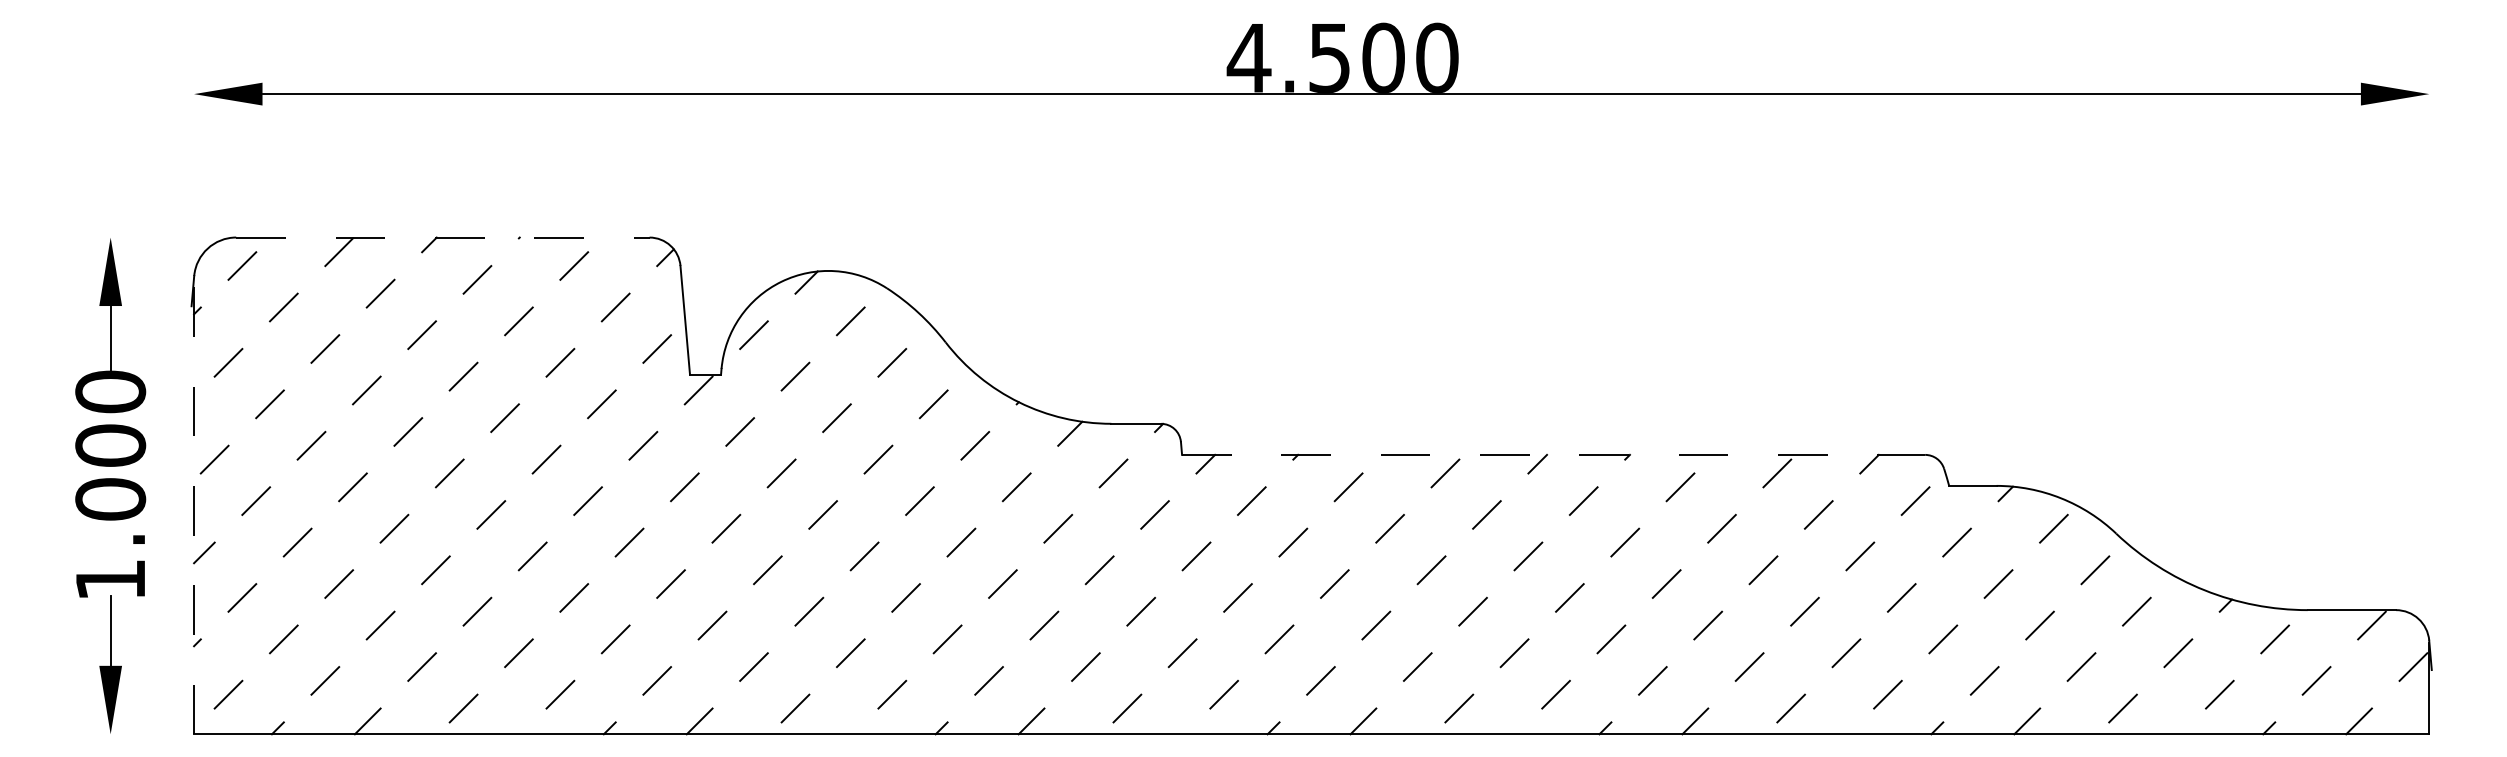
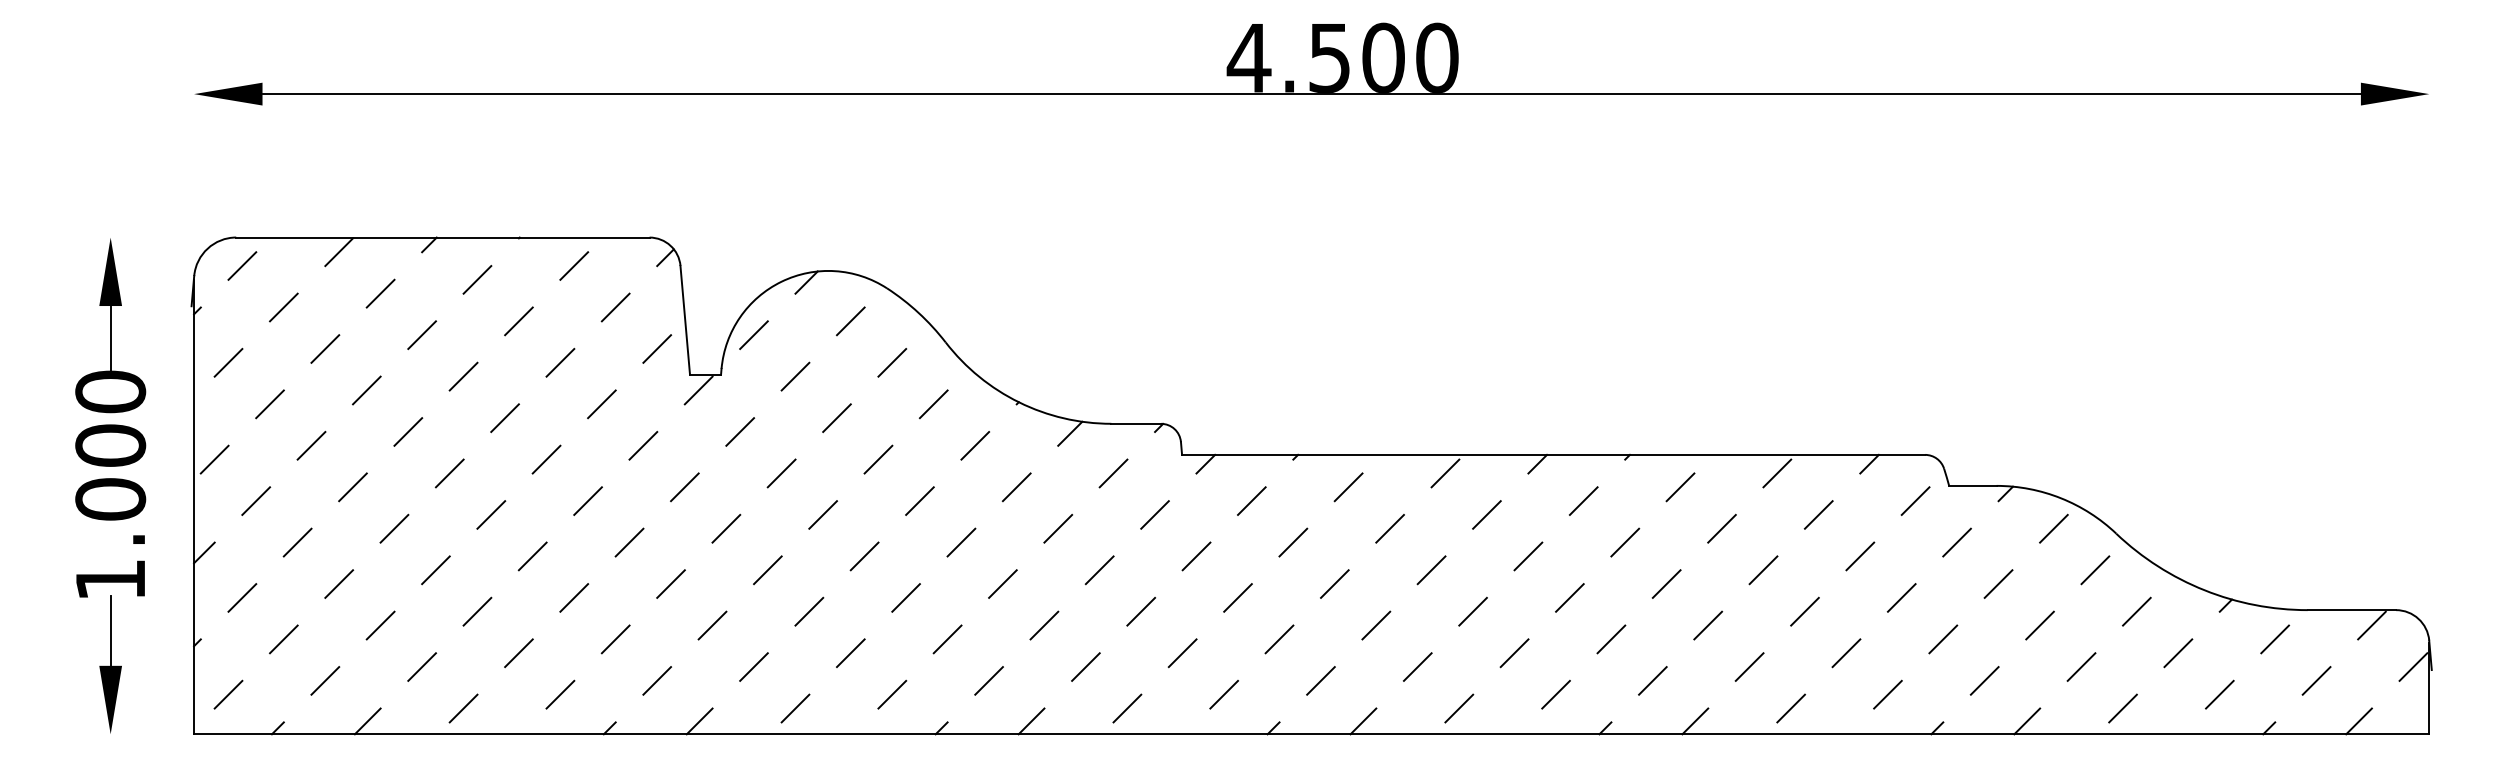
line at (442, 237): dashed -> solid
line at (1553, 454): dashed -> solid
line at (194, 506): dashed -> solid
